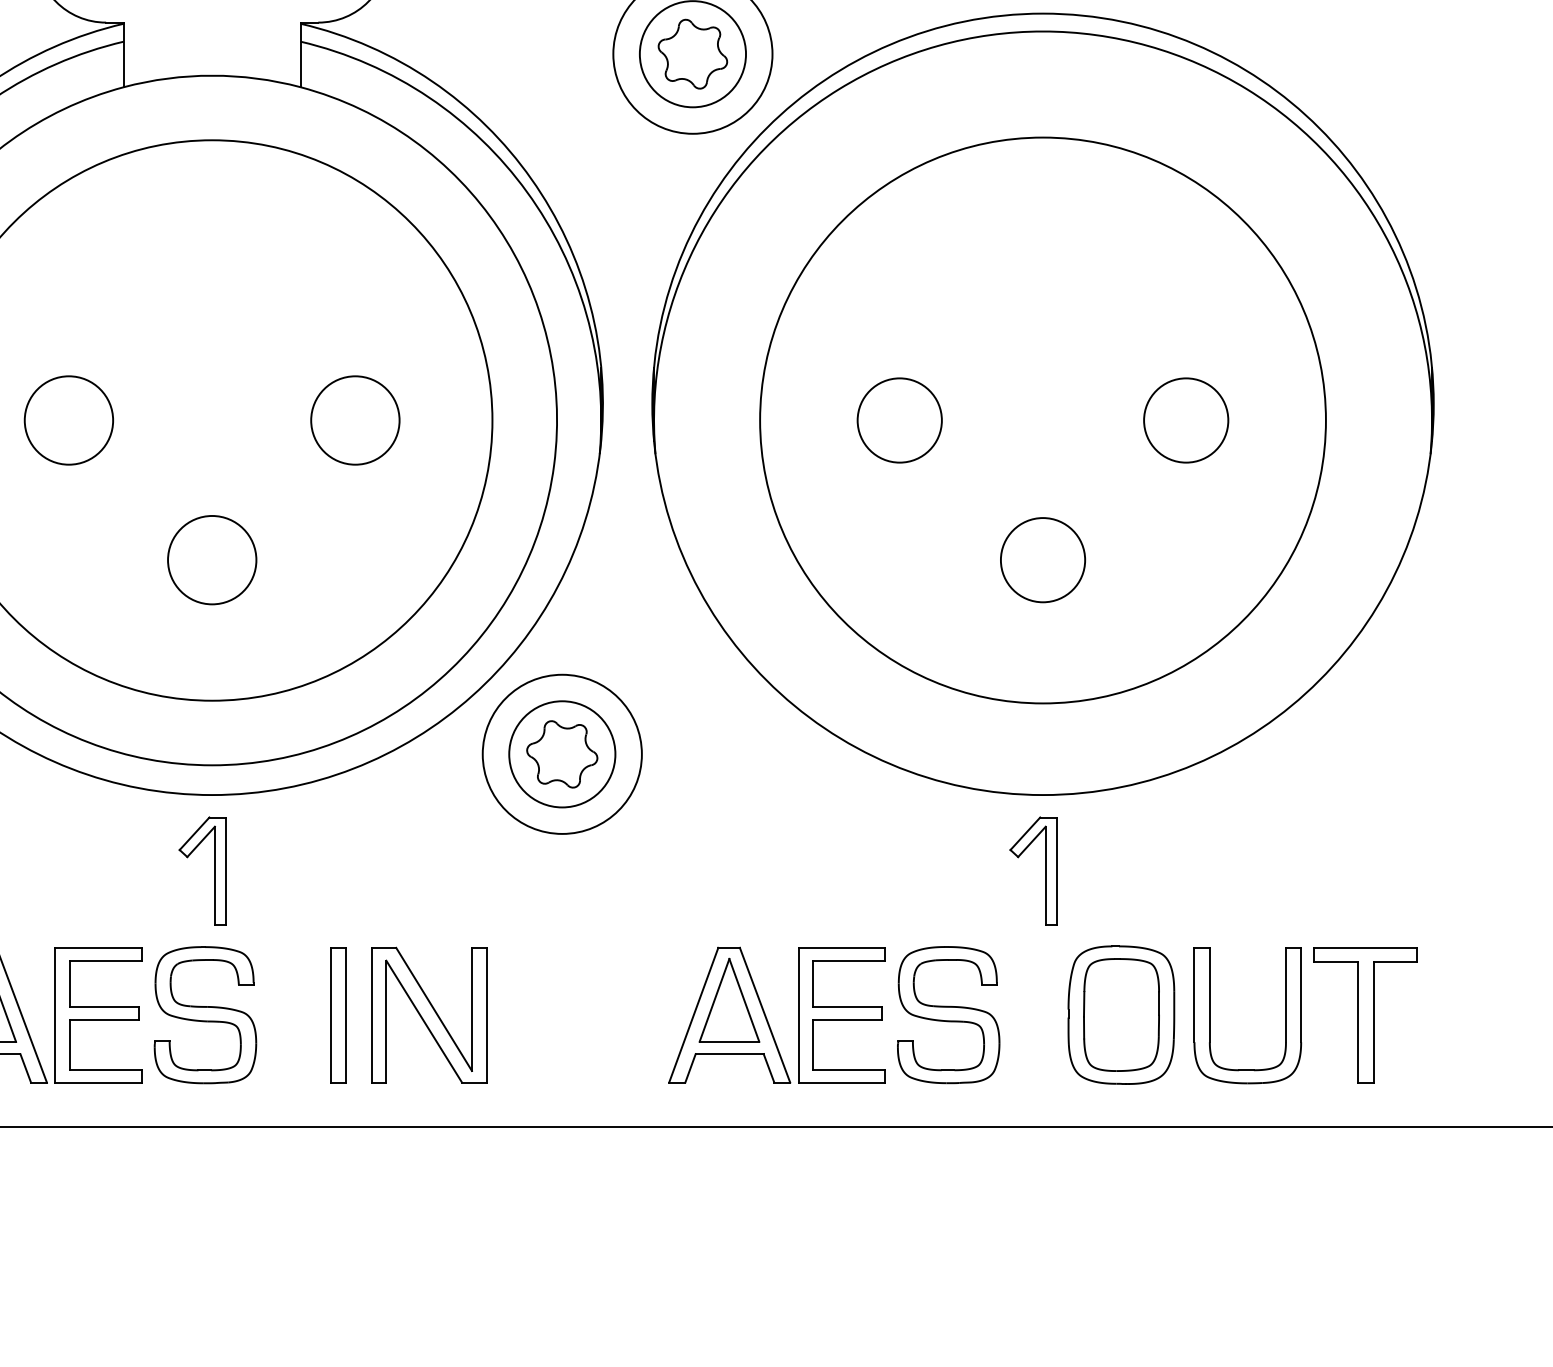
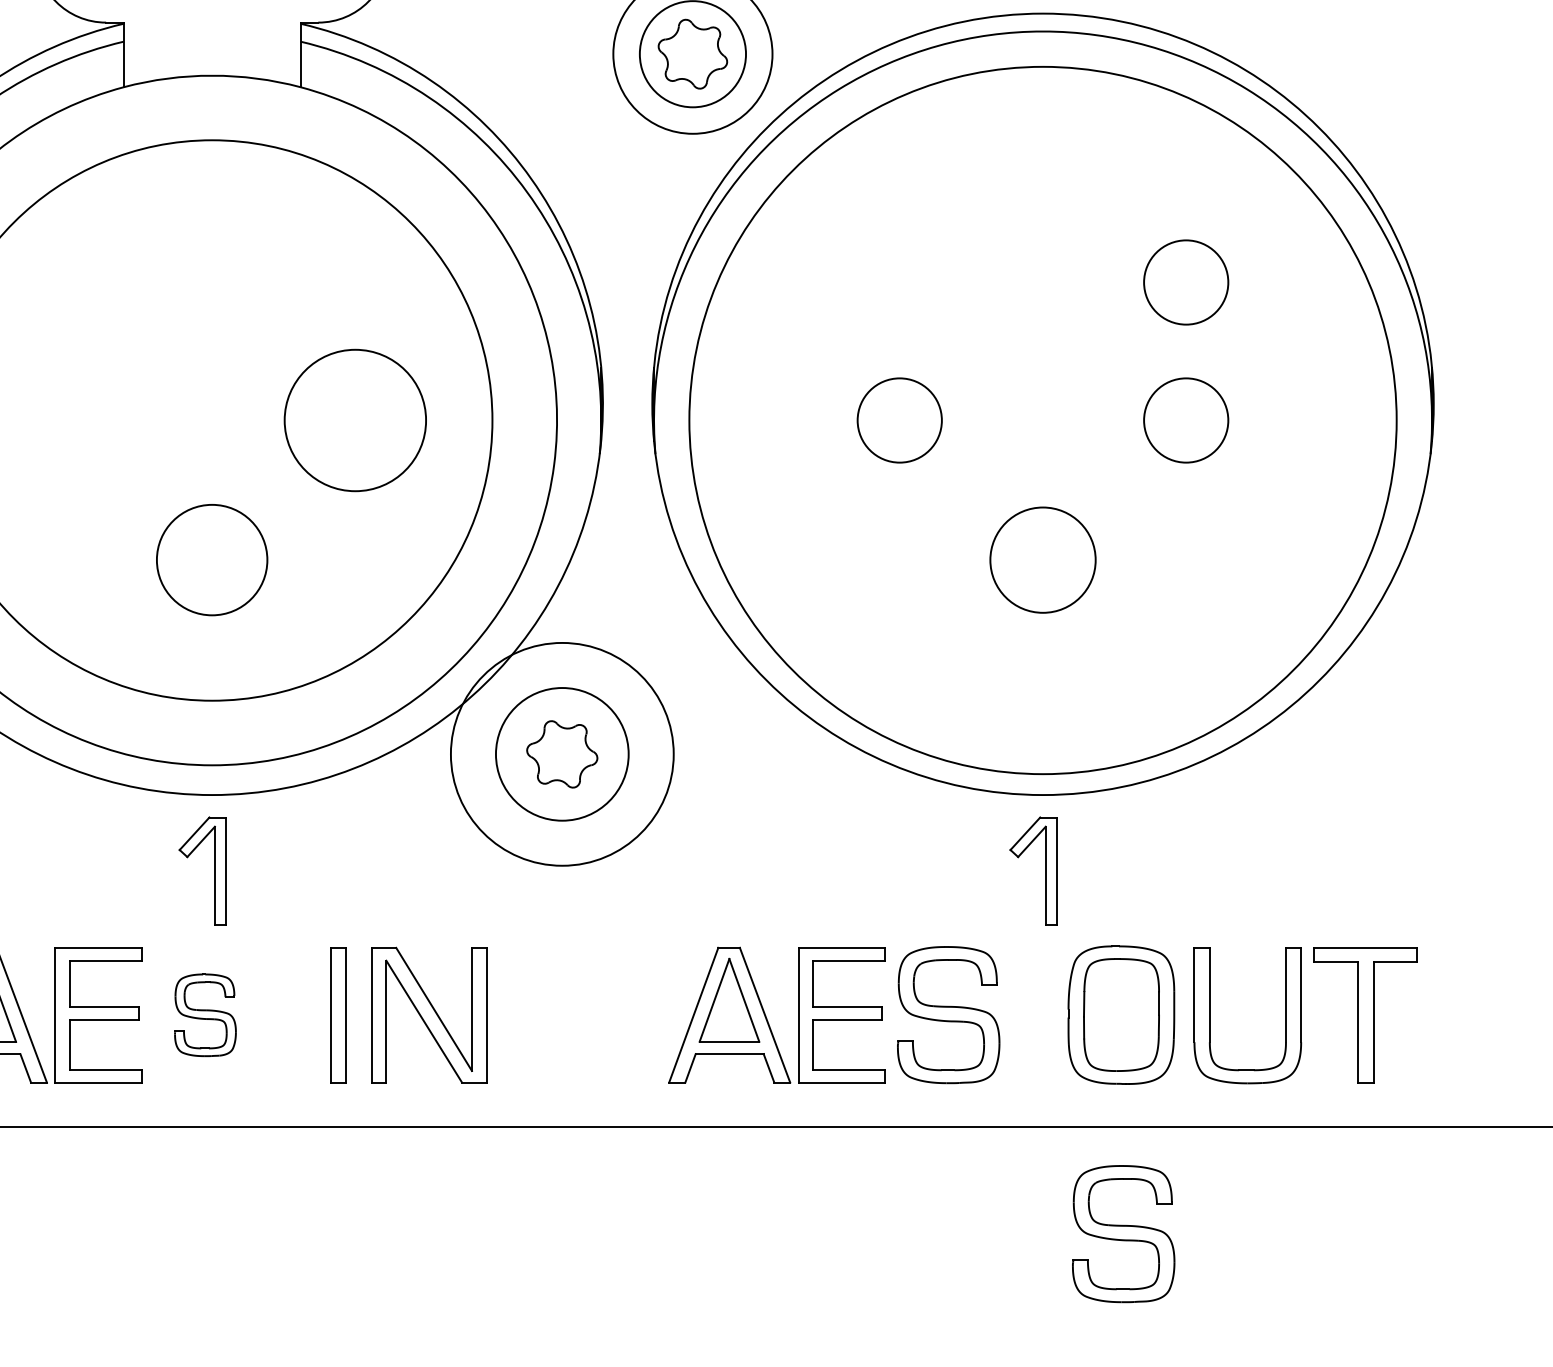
circle at (1186, 282): none -> present
circle at (68, 420): present -> none
circle at (355, 420) diameter: 88 px -> 141 px
circle at (1042, 420) diameter: 566 px -> 707 px
circle at (212, 560) size: 91x91 px -> 113x113 px
circle at (1042, 560) diameter: 84 px -> 105 px
circle at (561, 753) diameter: 159 px -> 223 px
circle at (562, 754) diameter: 106 px -> 133 px
part at (205, 1015) size: 105x139 px -> 63x85 px
part at (1123, 1234): none -> present
